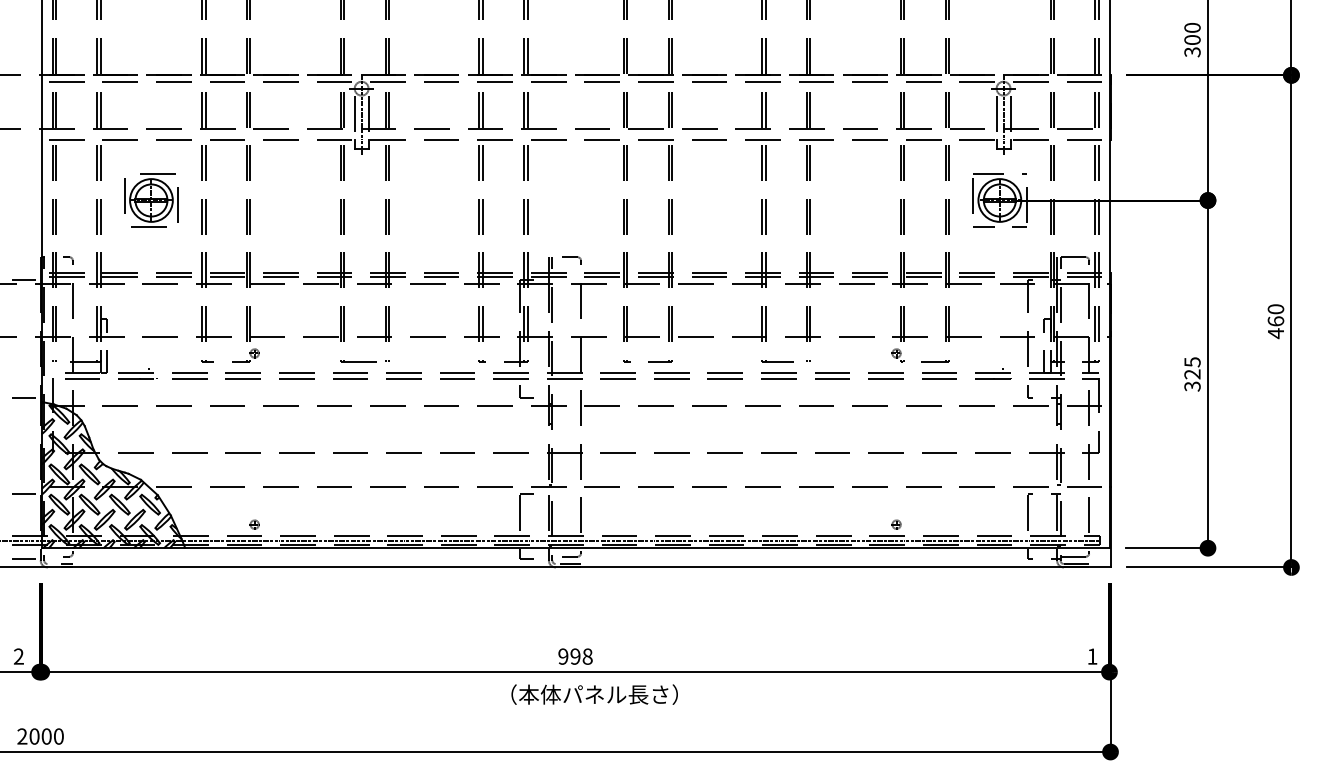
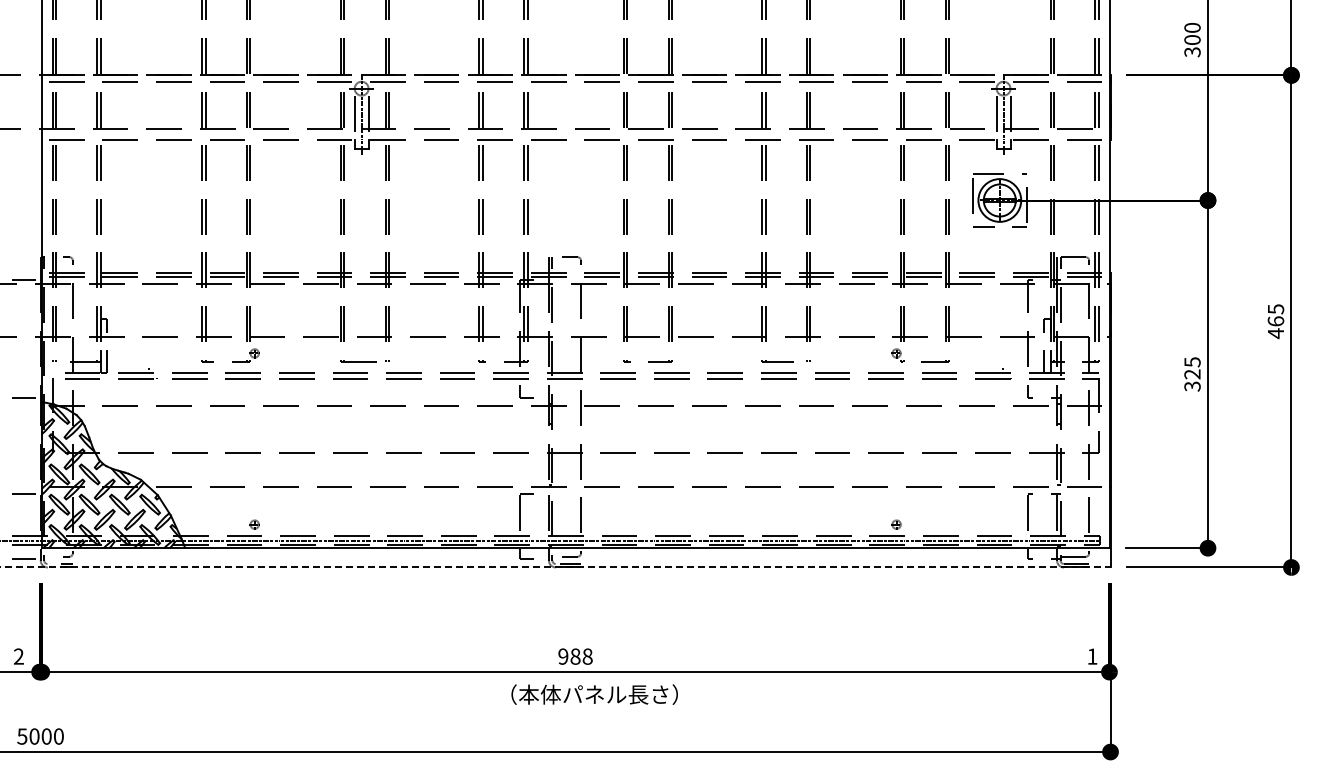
part at (151, 200): present -> none
text at (1275, 309): 460 -> 465
line at (555, 567): solid -> dashed
text at (575, 656): 998 -> 988
text at (22, 736): 2000 -> 5000
